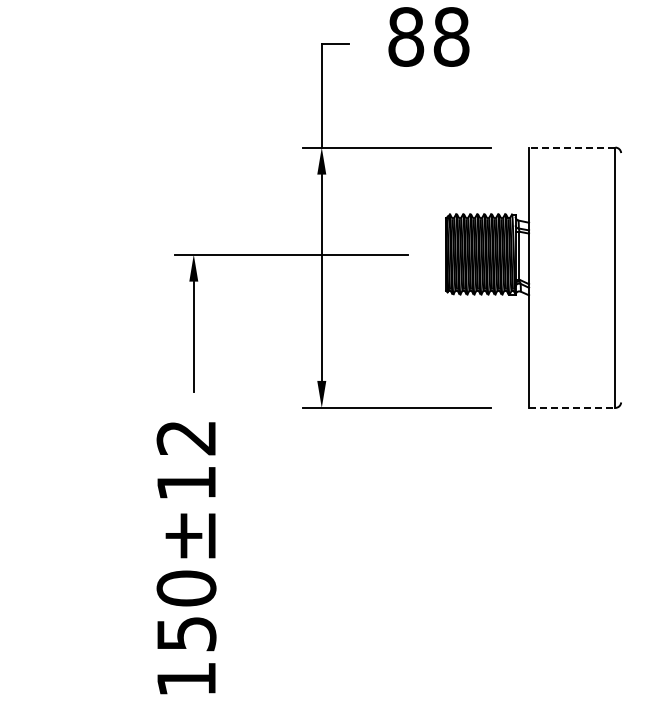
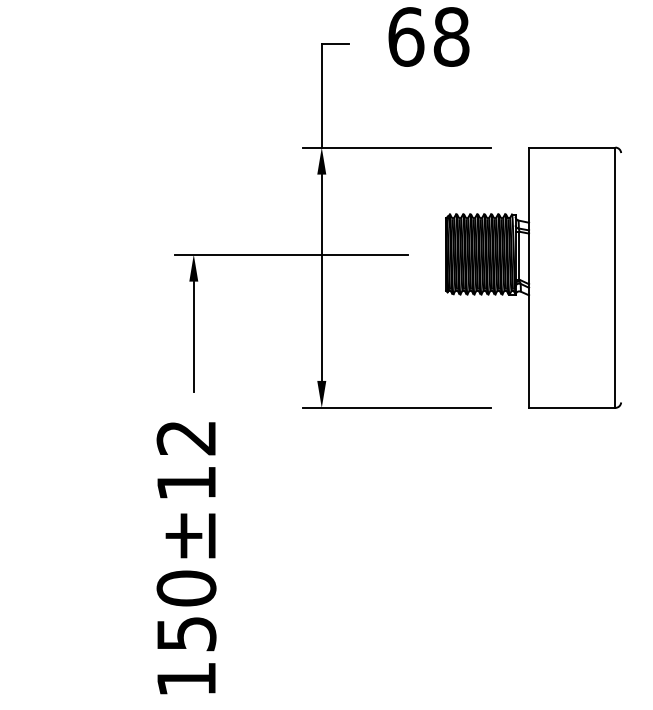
text at (406, 36): 88 -> 68
line at (571, 147): dashed -> solid
line at (572, 407): dashed -> solid
